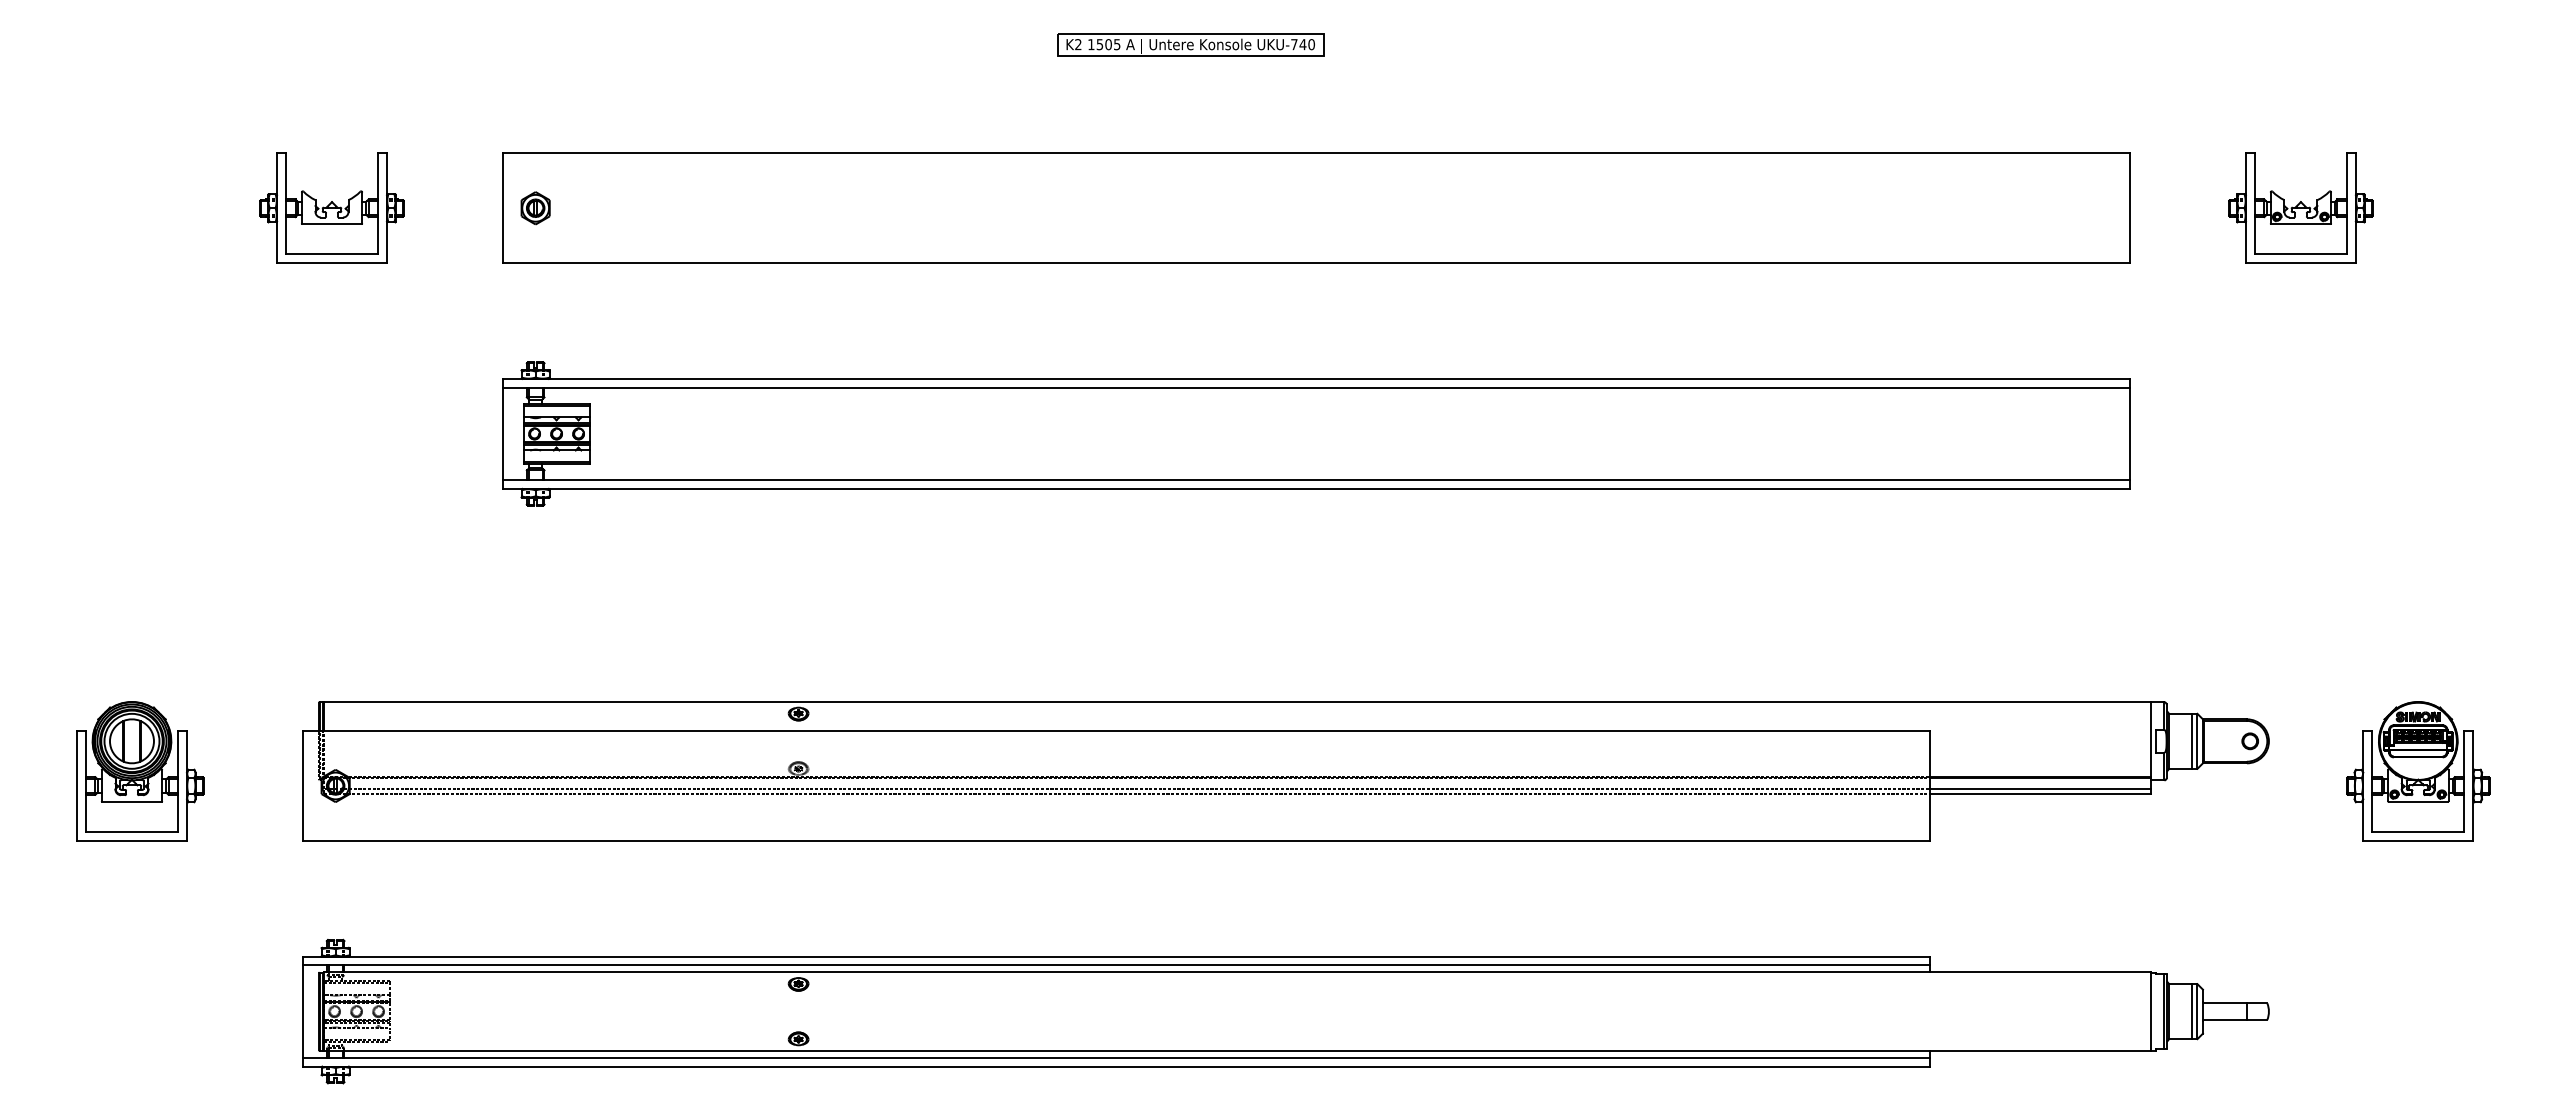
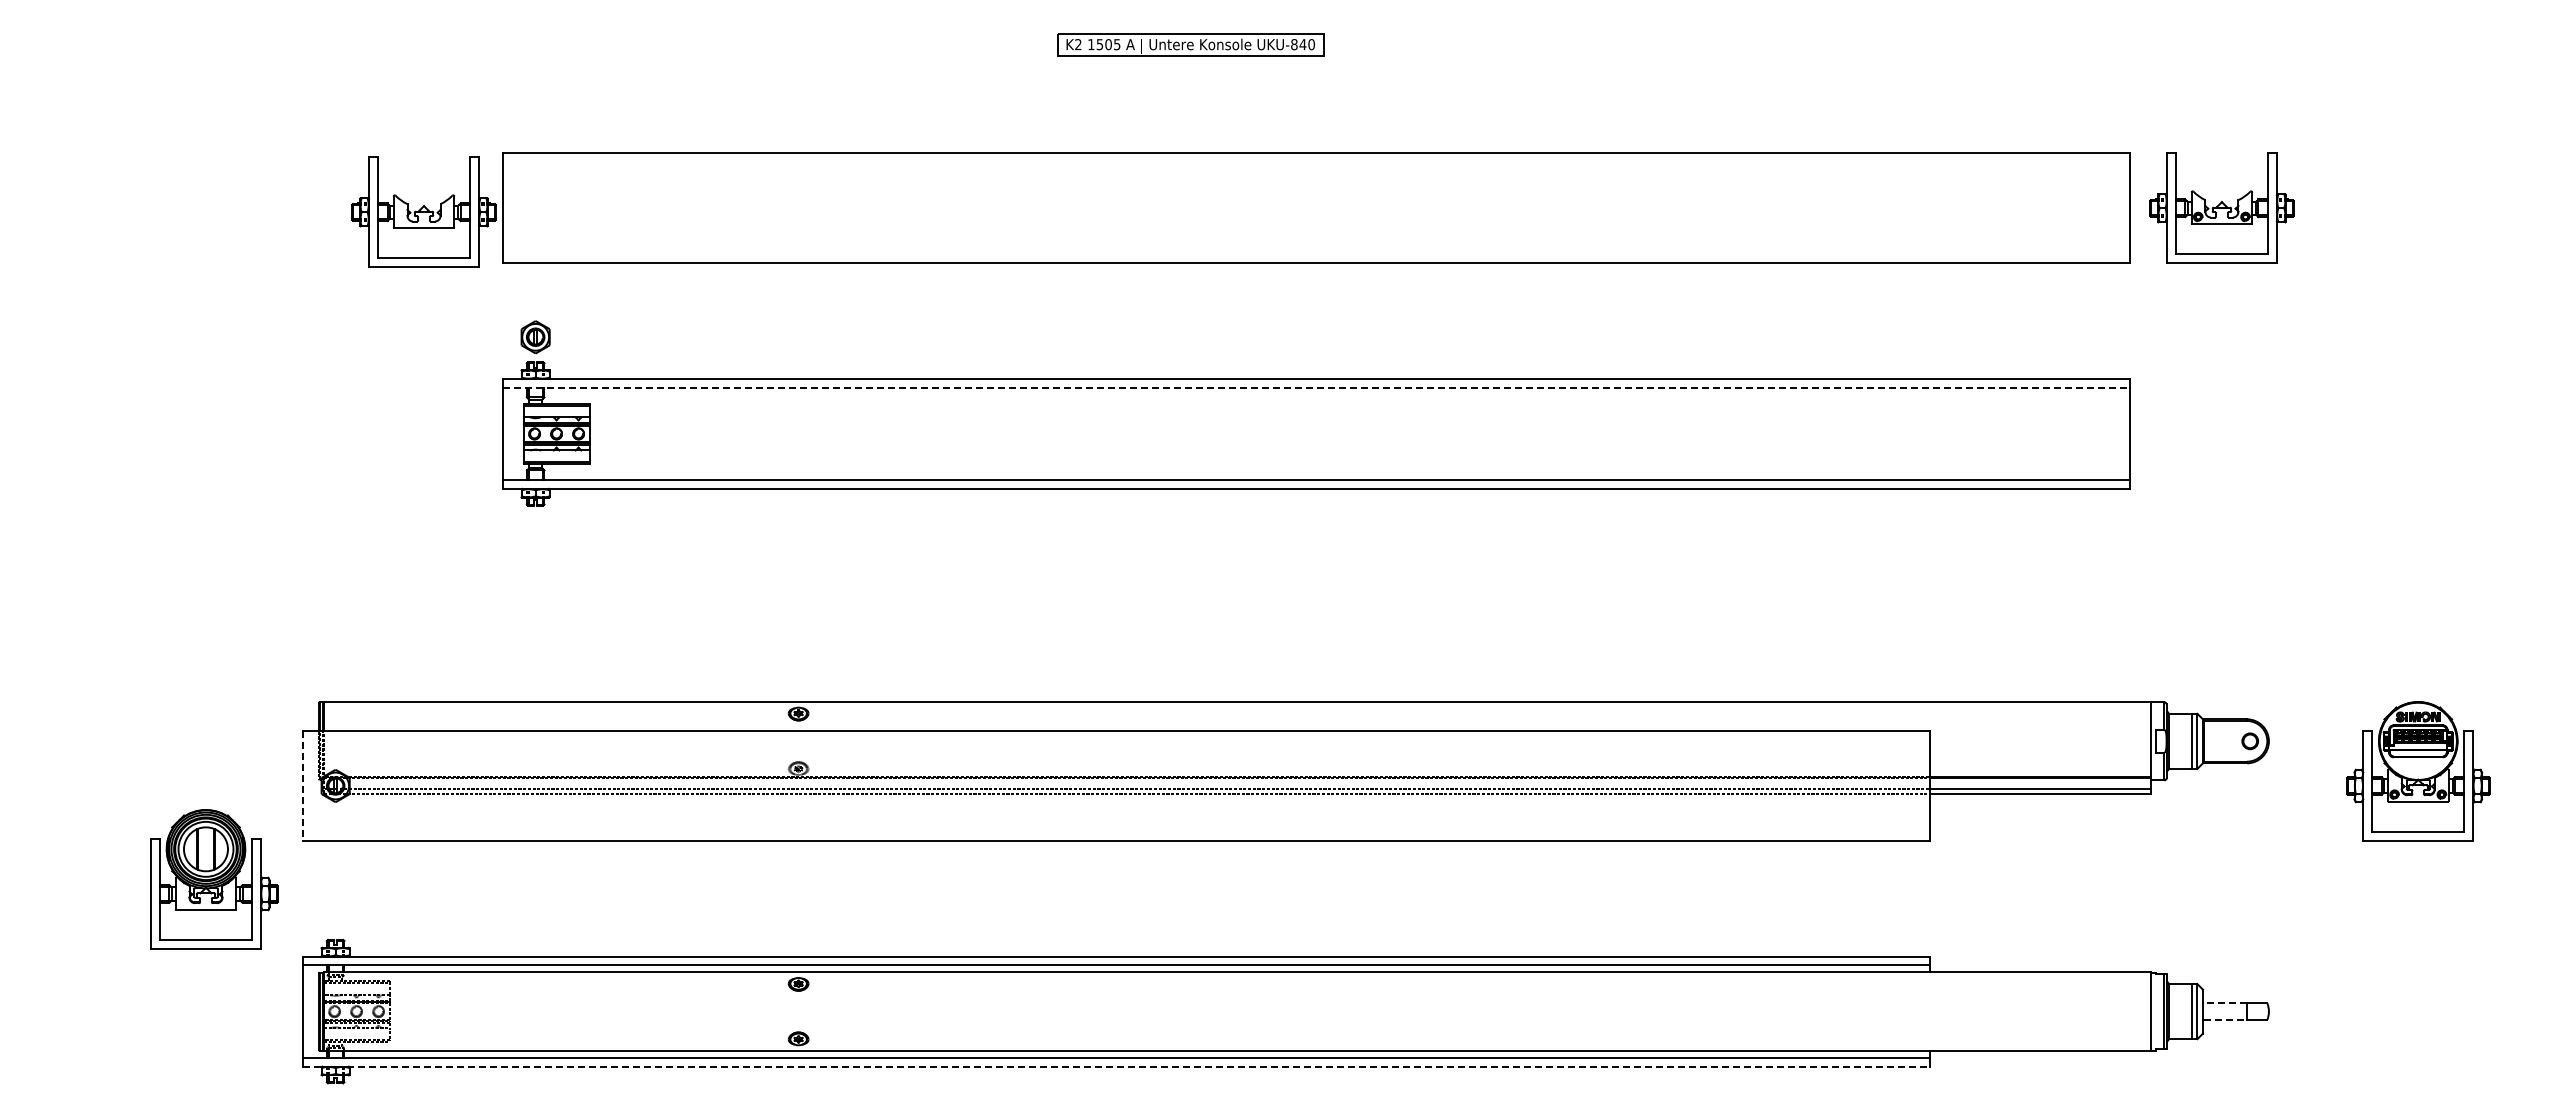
text at (1294, 44): UKU-740 -> UKU-840
part at (331, 207) position: (331, 207) -> (423, 211)
part at (2300, 207) position: (2300, 207) -> (2221, 207)
part at (535, 208) position: (535, 208) -> (535, 337)
line at (1316, 387): solid -> dashed
part at (140, 771) position: (140, 771) -> (214, 879)
line at (302, 785): solid -> dashed
line at (2225, 1003): solid -> dashed
line at (2226, 1019): solid -> dashed
line at (1116, 1066): solid -> dashed
